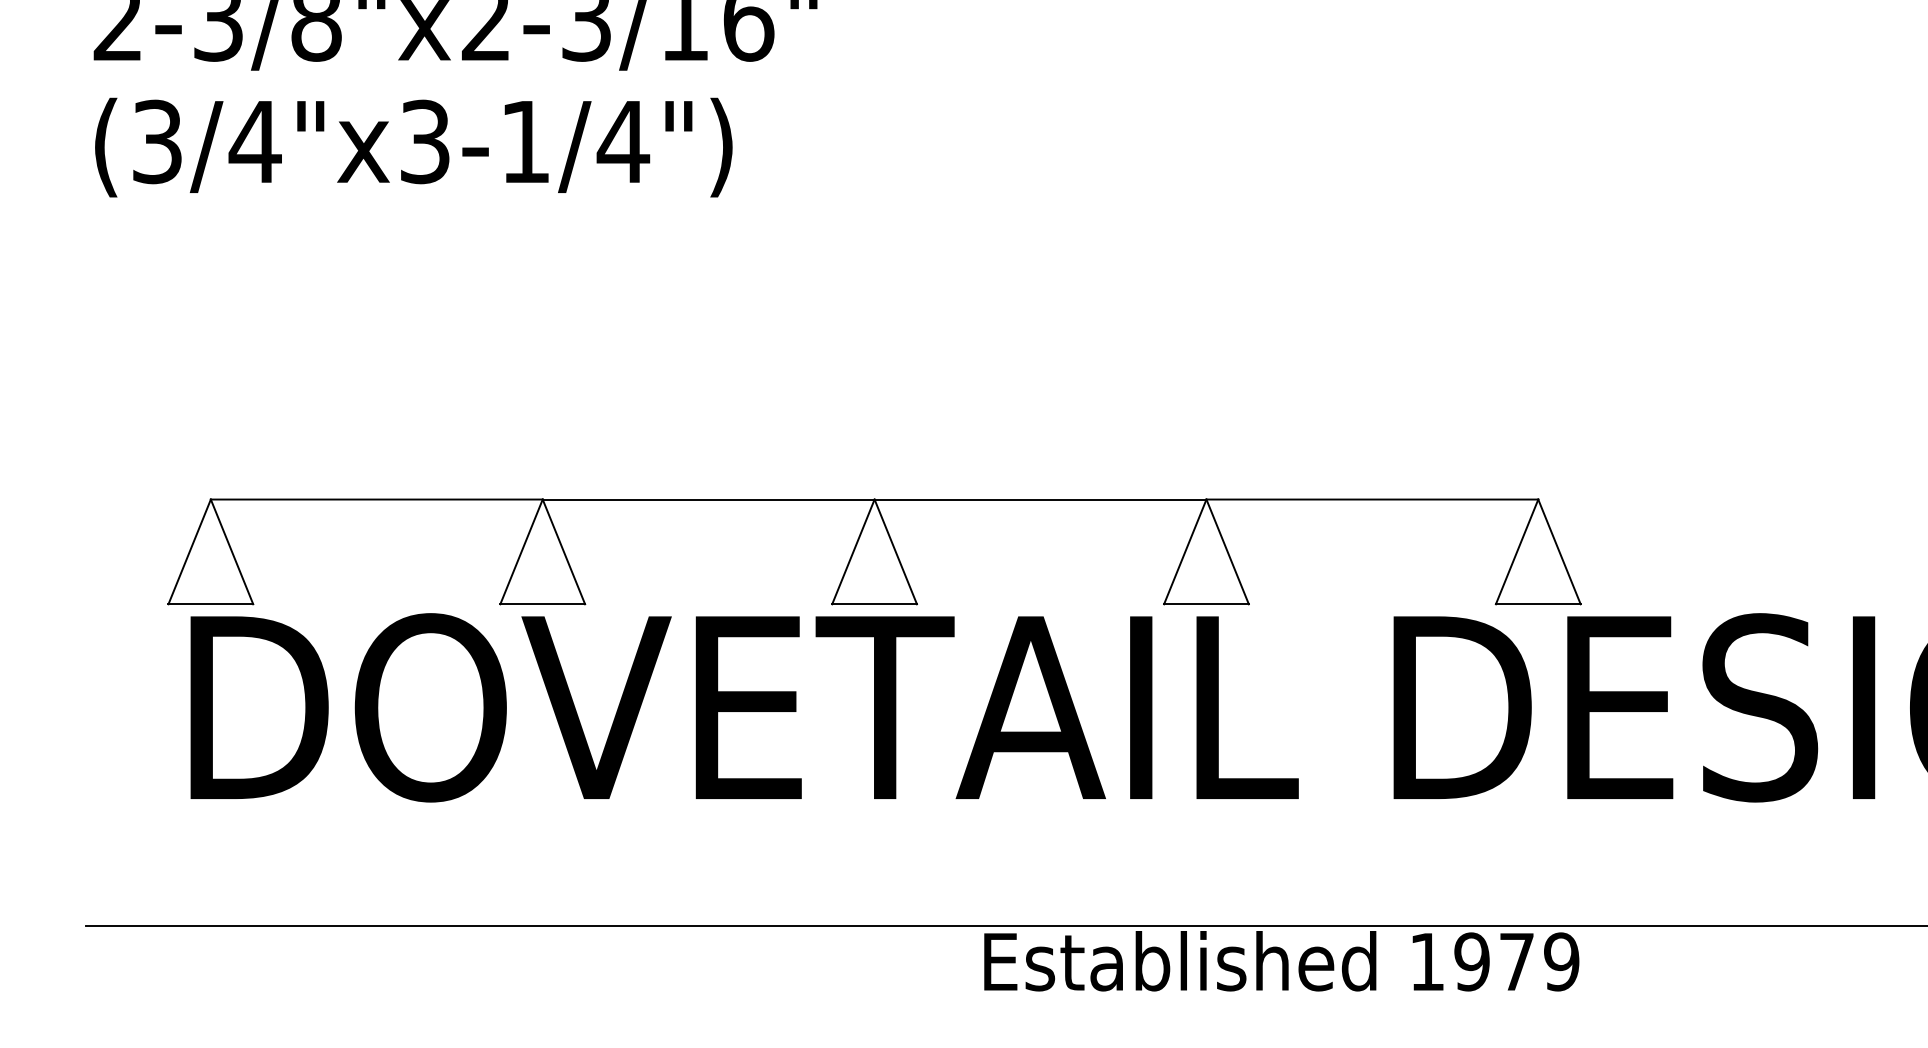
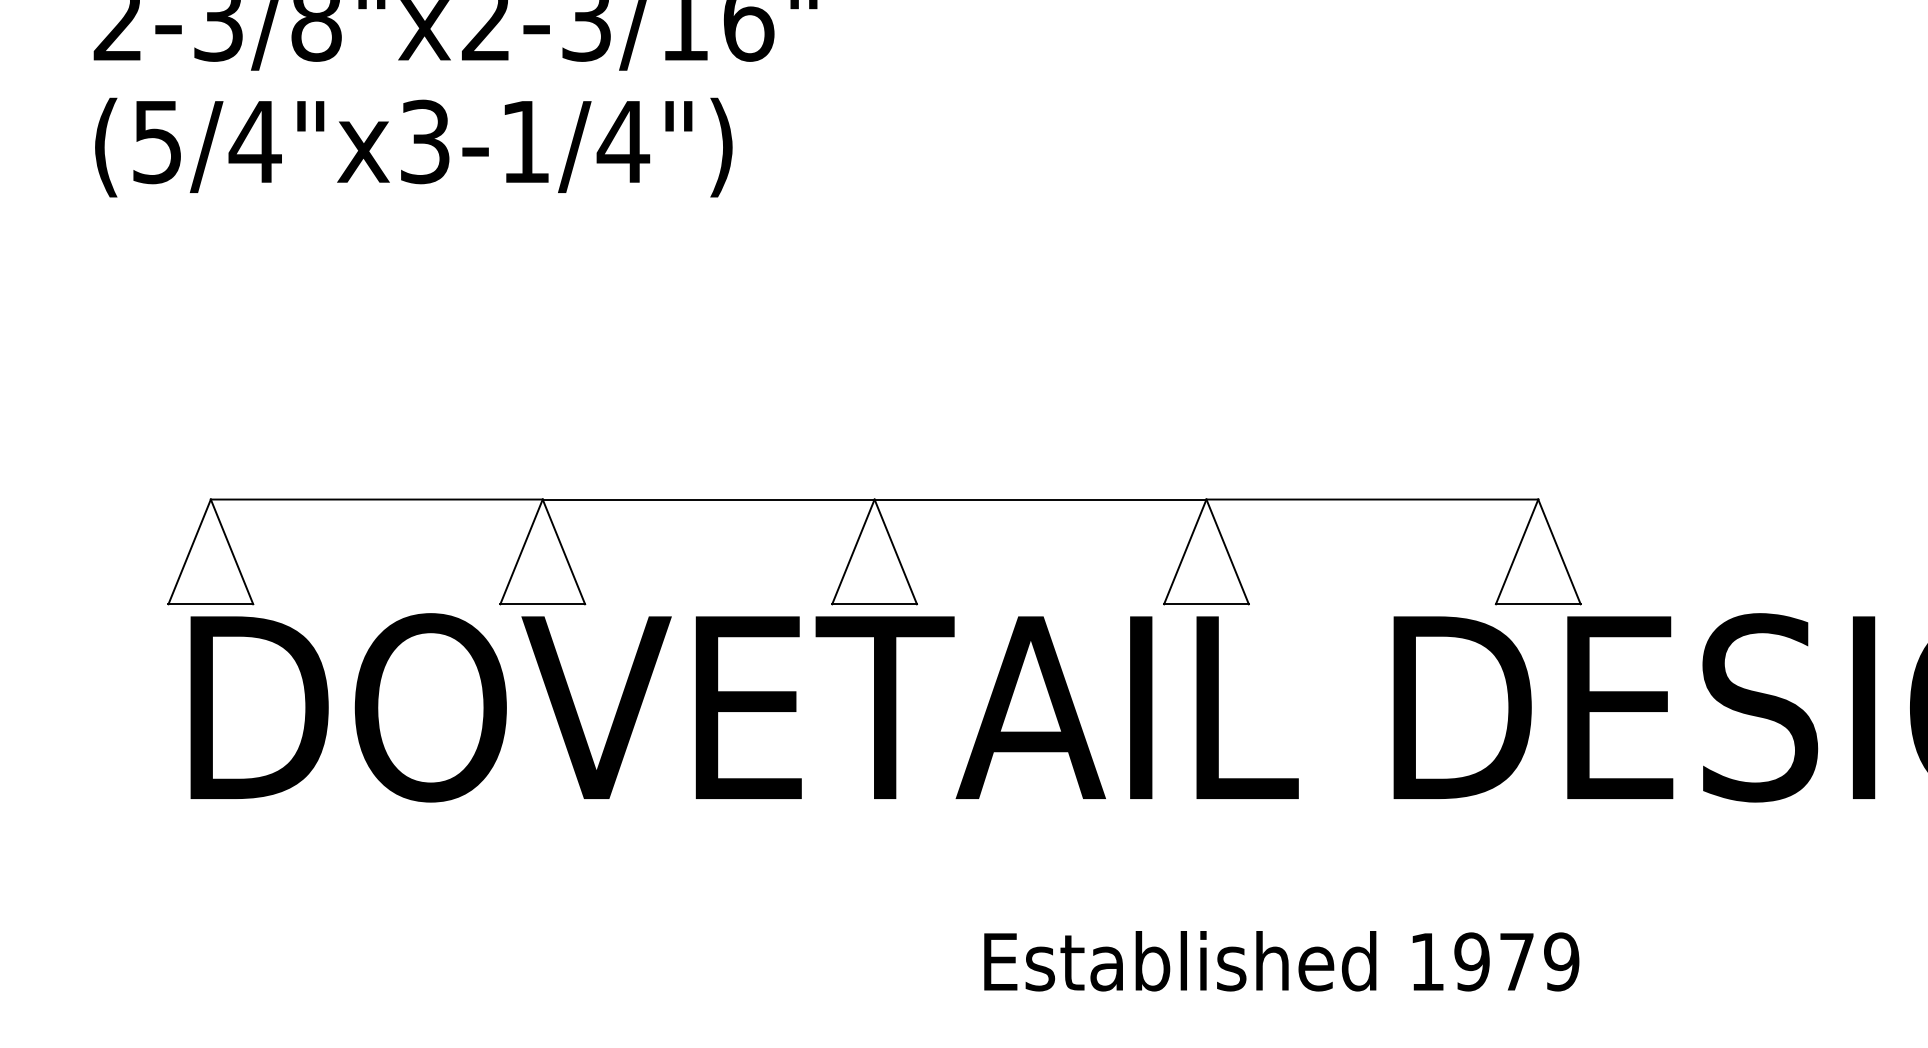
text at (157, 141): (3/4"x3-1/4") -> (5/4"x3-1/4")
line at (1005, 926): present -> none
